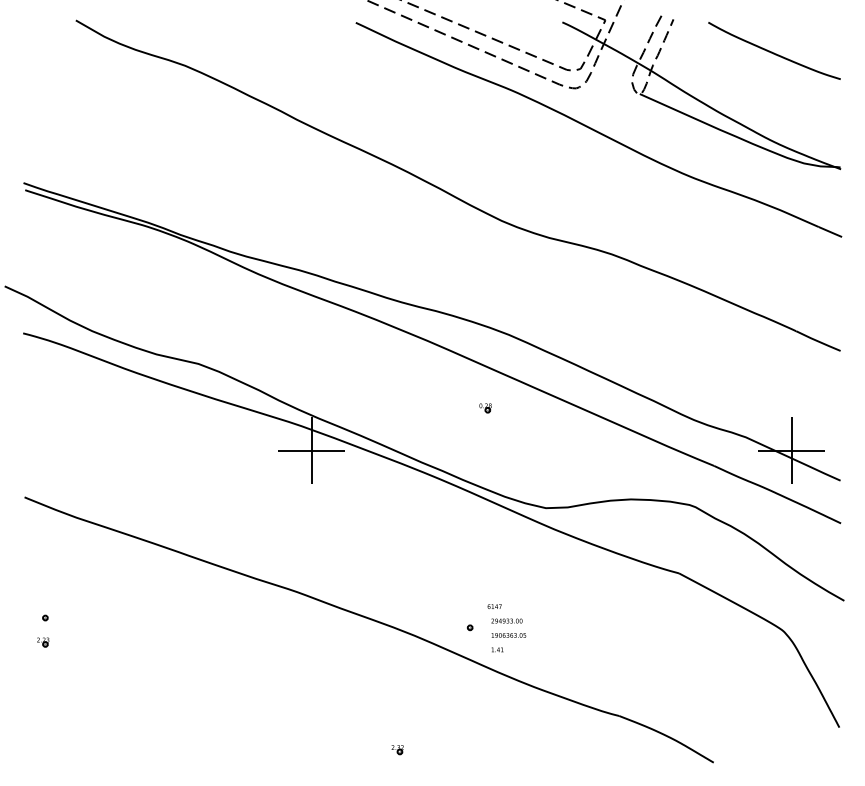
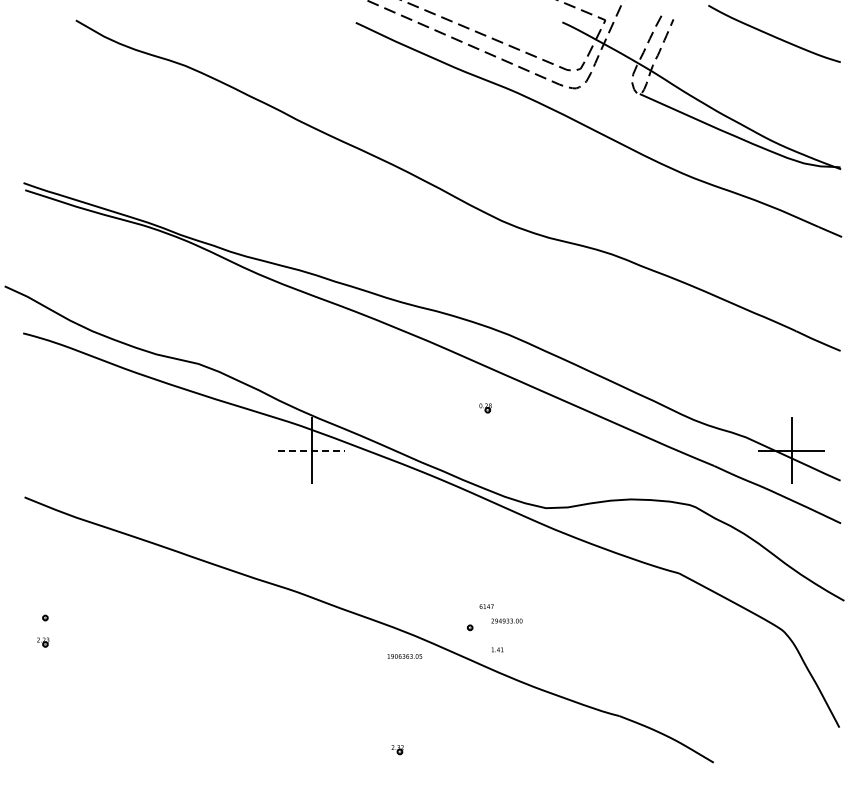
curve at (774, 52) position: (774, 52) -> (774, 35)
line at (311, 450): solid -> dashed
text at (494, 606) position: (494, 606) -> (486, 606)
text at (508, 635) position: (508, 635) -> (404, 656)
